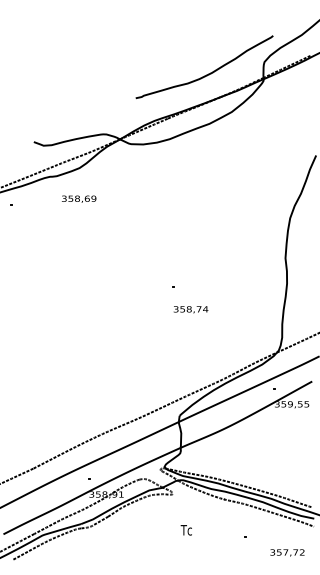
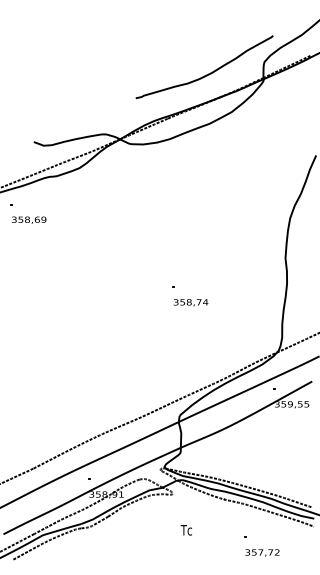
text at (79, 198) position: (79, 198) -> (29, 219)
text at (190, 309) position: (190, 309) -> (190, 302)
text at (287, 552) position: (287, 552) -> (262, 552)
